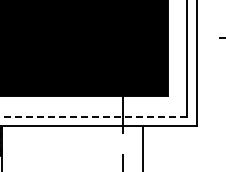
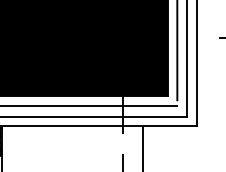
line at (177, 51): none -> present
line at (89, 106): none -> present
line at (93, 116): dashed -> solid
